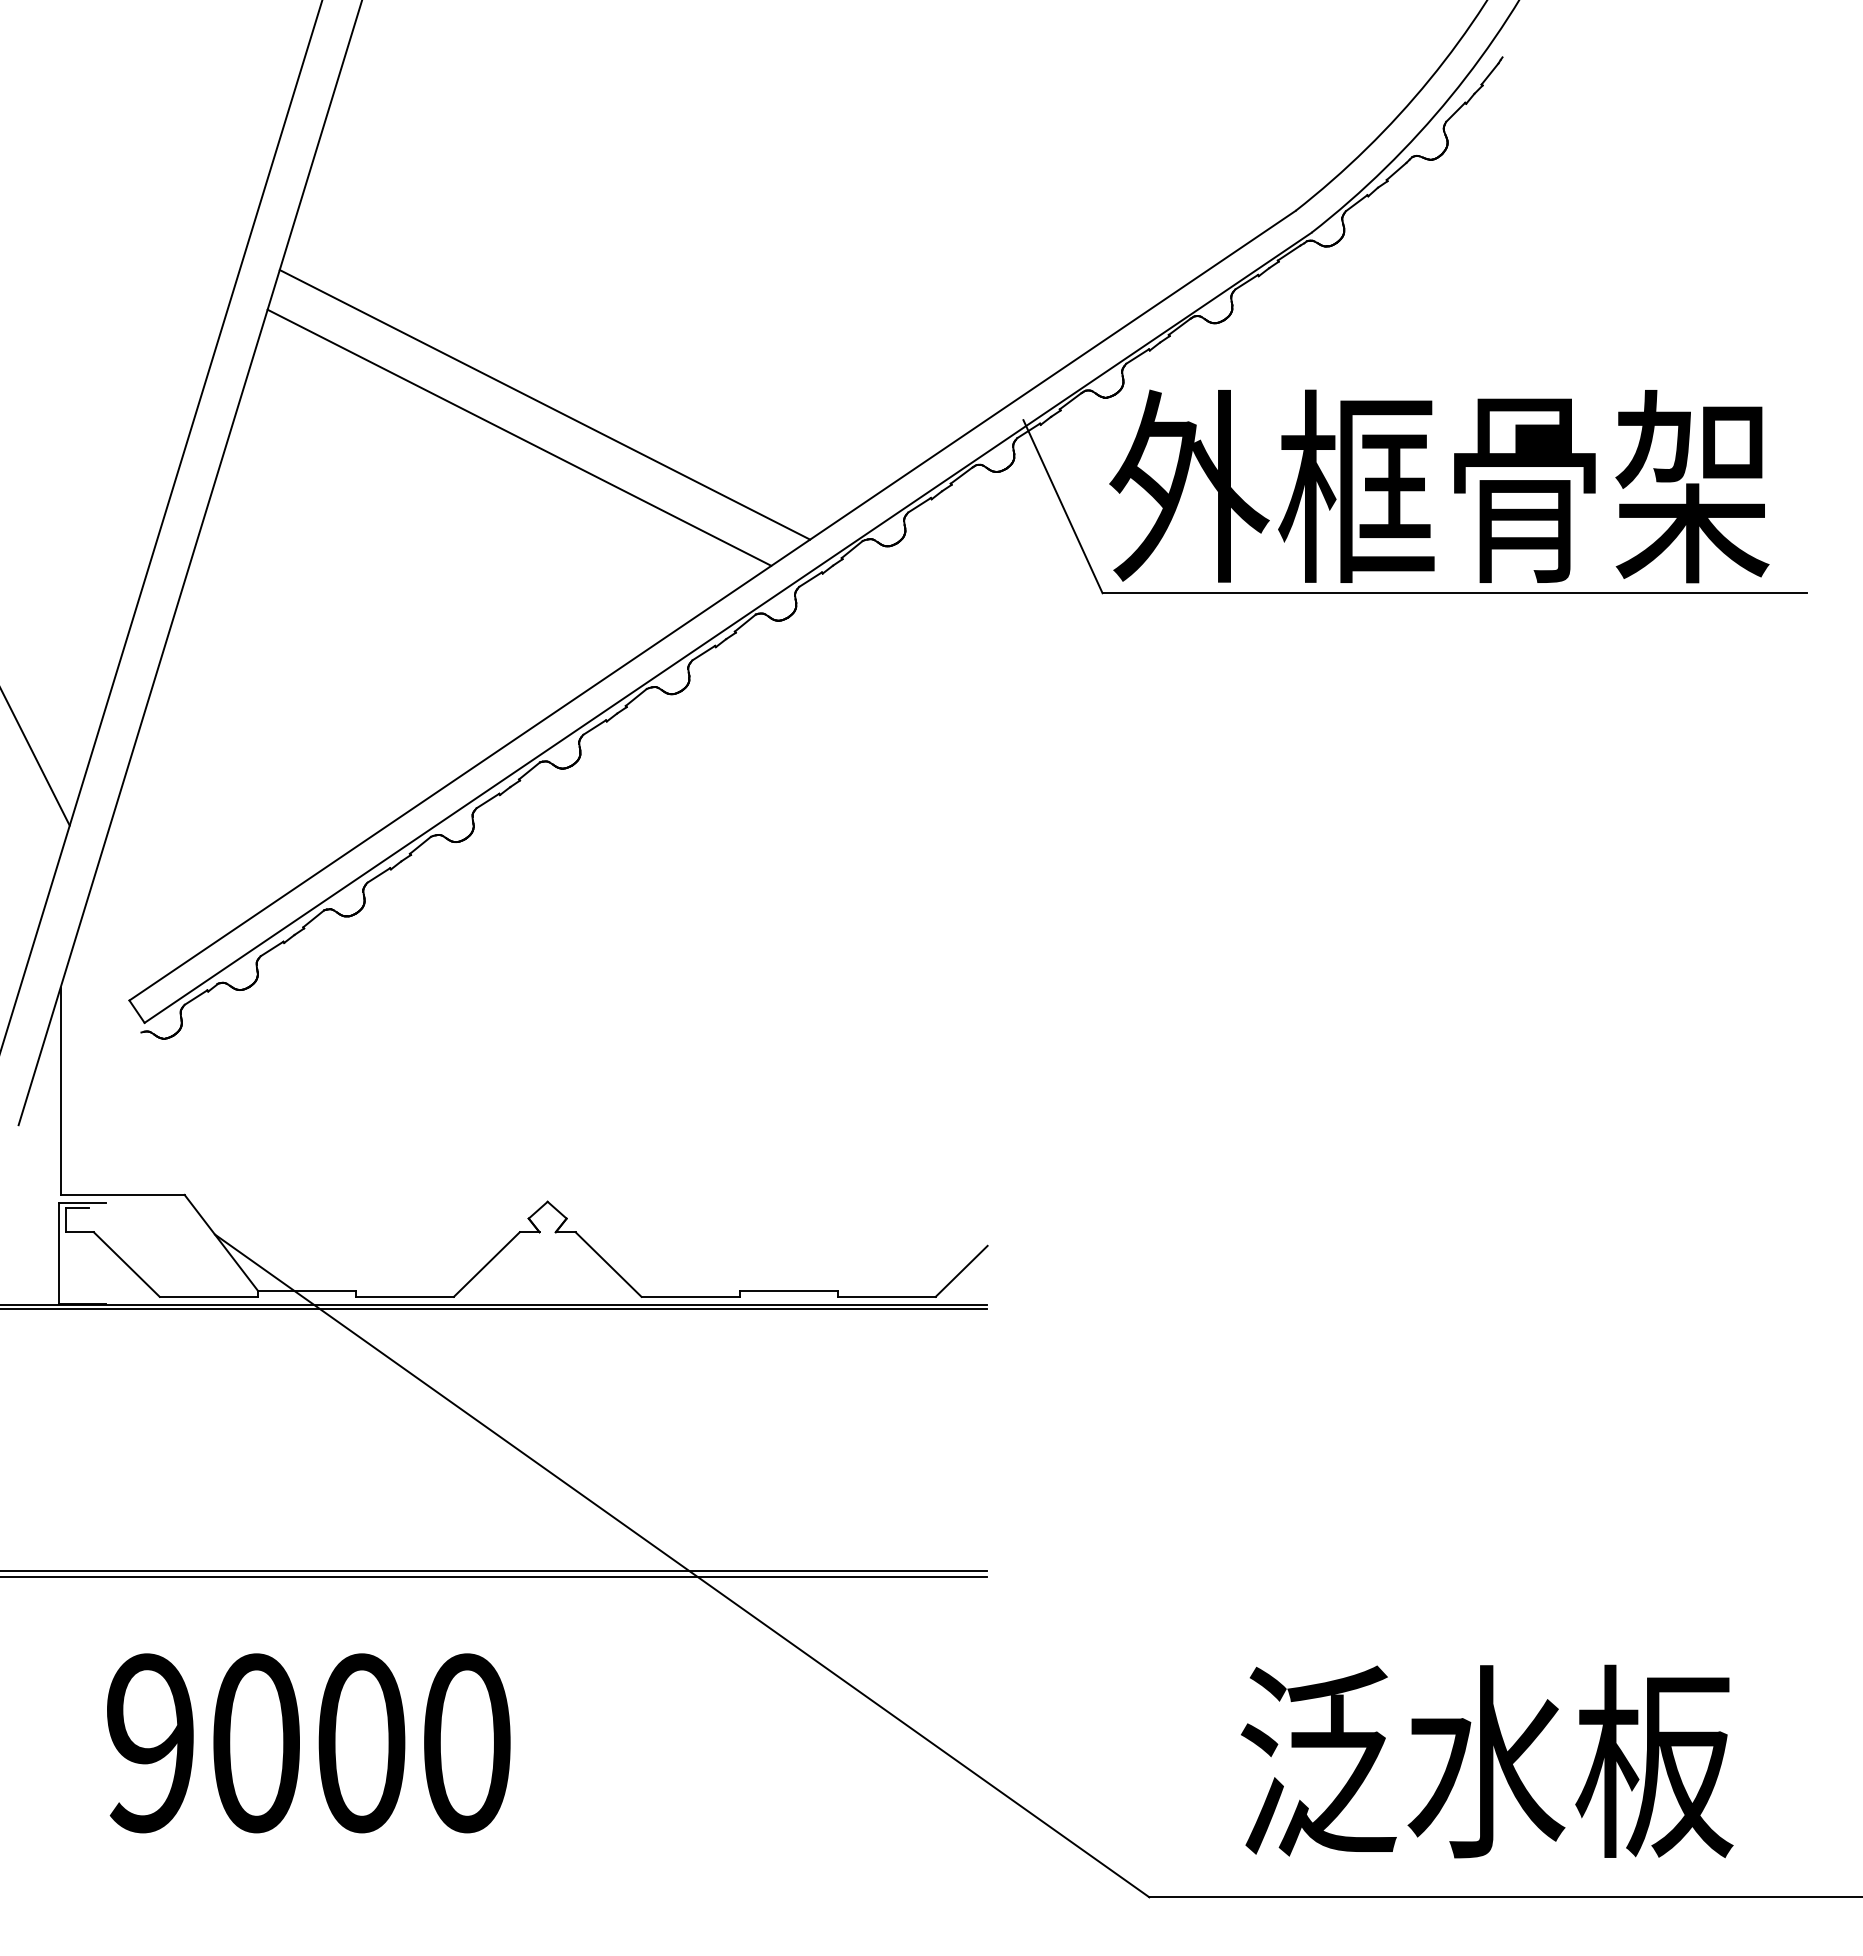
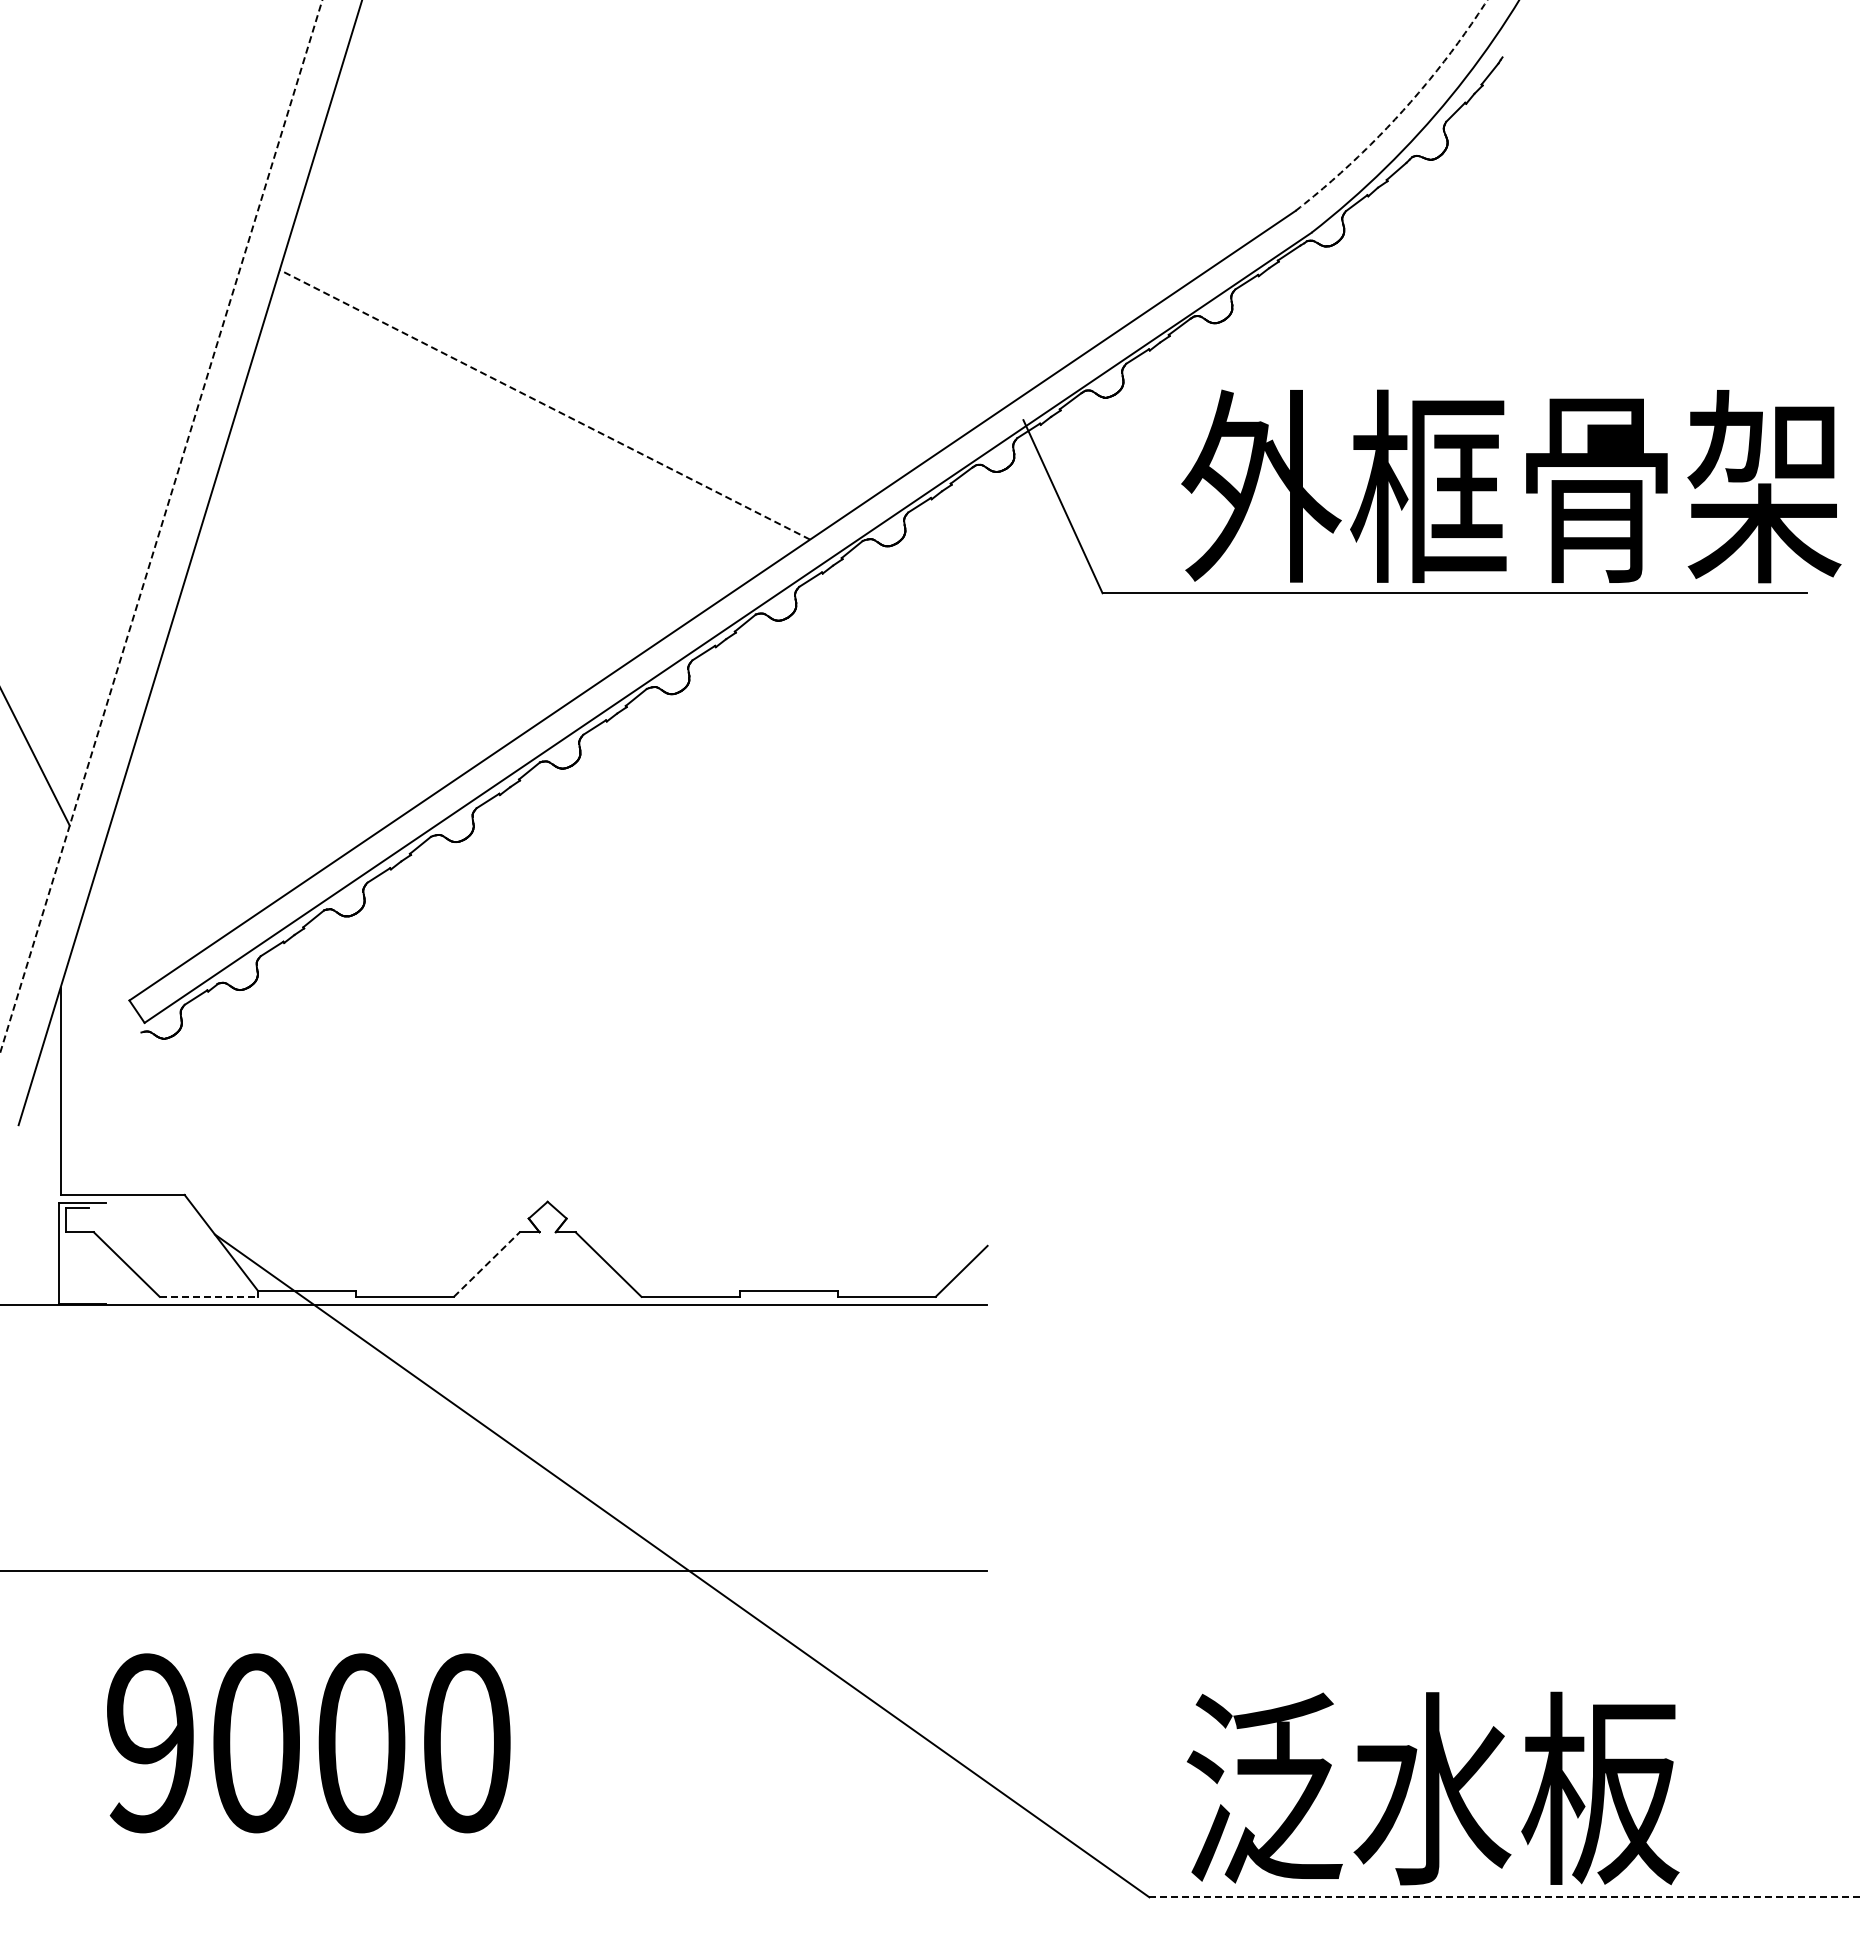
arc at (1401, 112): solid -> dashed
line at (544, 404): solid -> dashed
line at (519, 437): present -> none
text at (1439, 486) position: (1439, 486) -> (1511, 486)
line at (160, 527): solid -> dashed
line at (487, 1264): solid -> dashed
line at (209, 1296): solid -> dashed
line at (494, 1309): present -> none
line at (494, 1577): present -> none
text at (1486, 1761) position: (1486, 1761) -> (1432, 1788)
line at (1506, 1897): solid -> dashed
